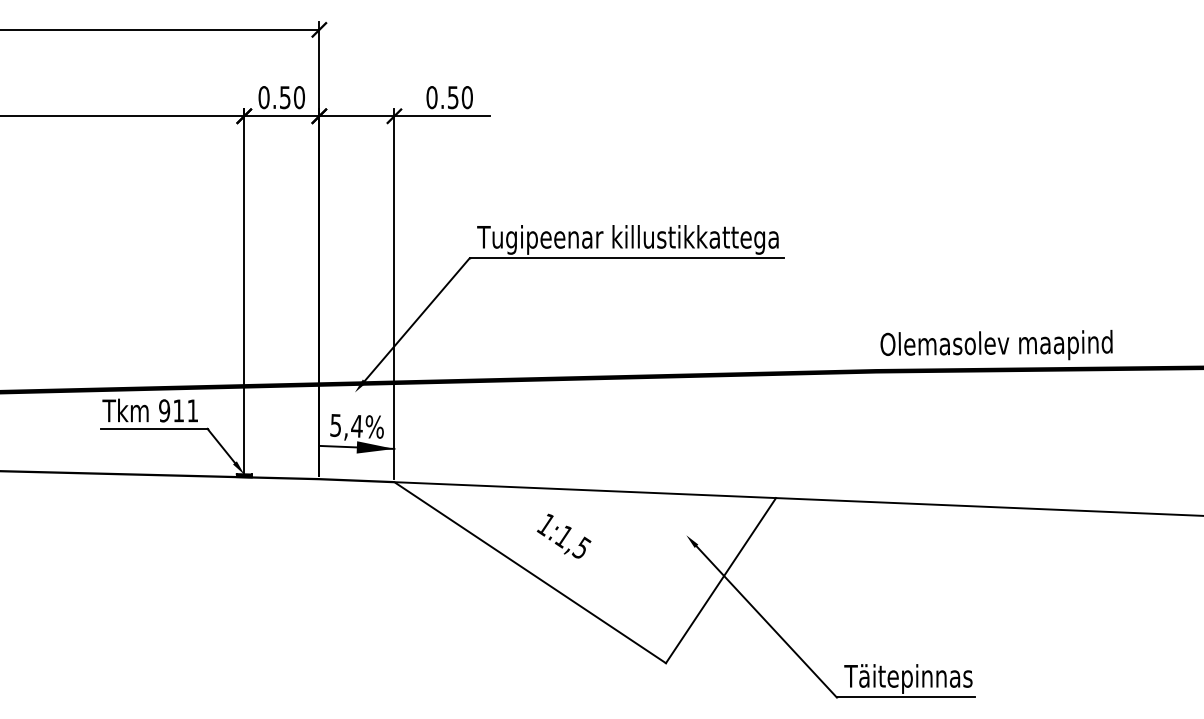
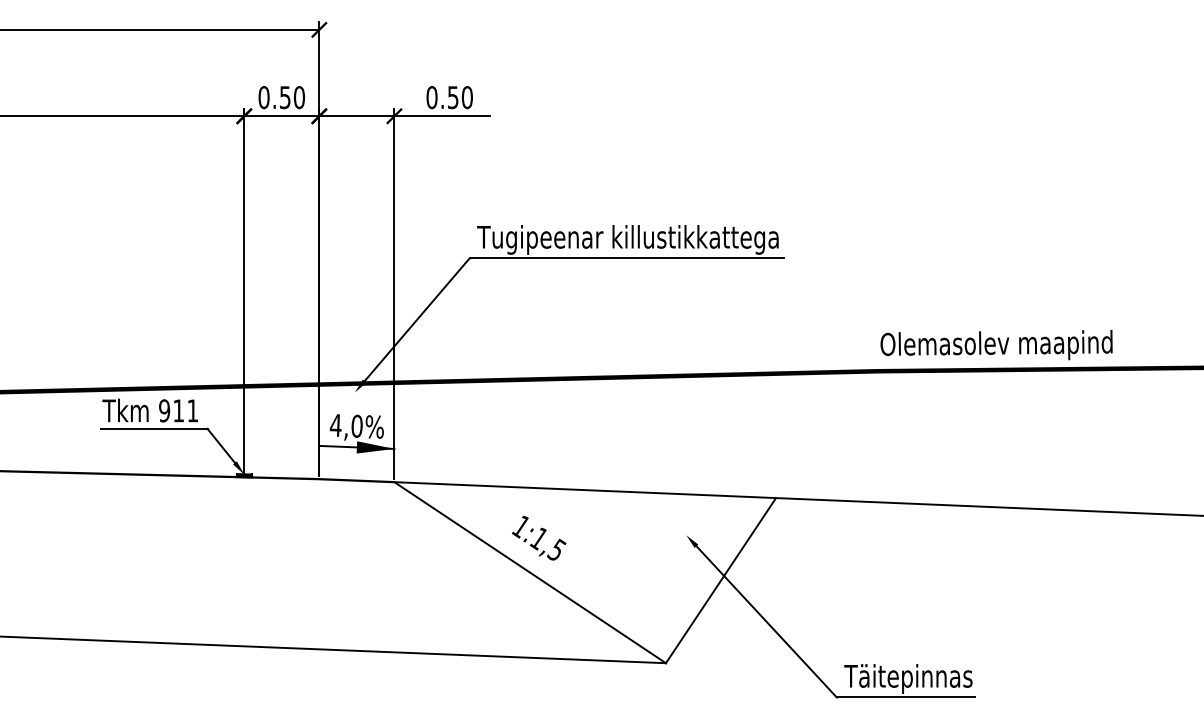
text at (345, 425): 5,4%%% -> 4,0%%%
text at (563, 535) position: (563, 535) -> (538, 537)
line at (333, 649): none -> present
